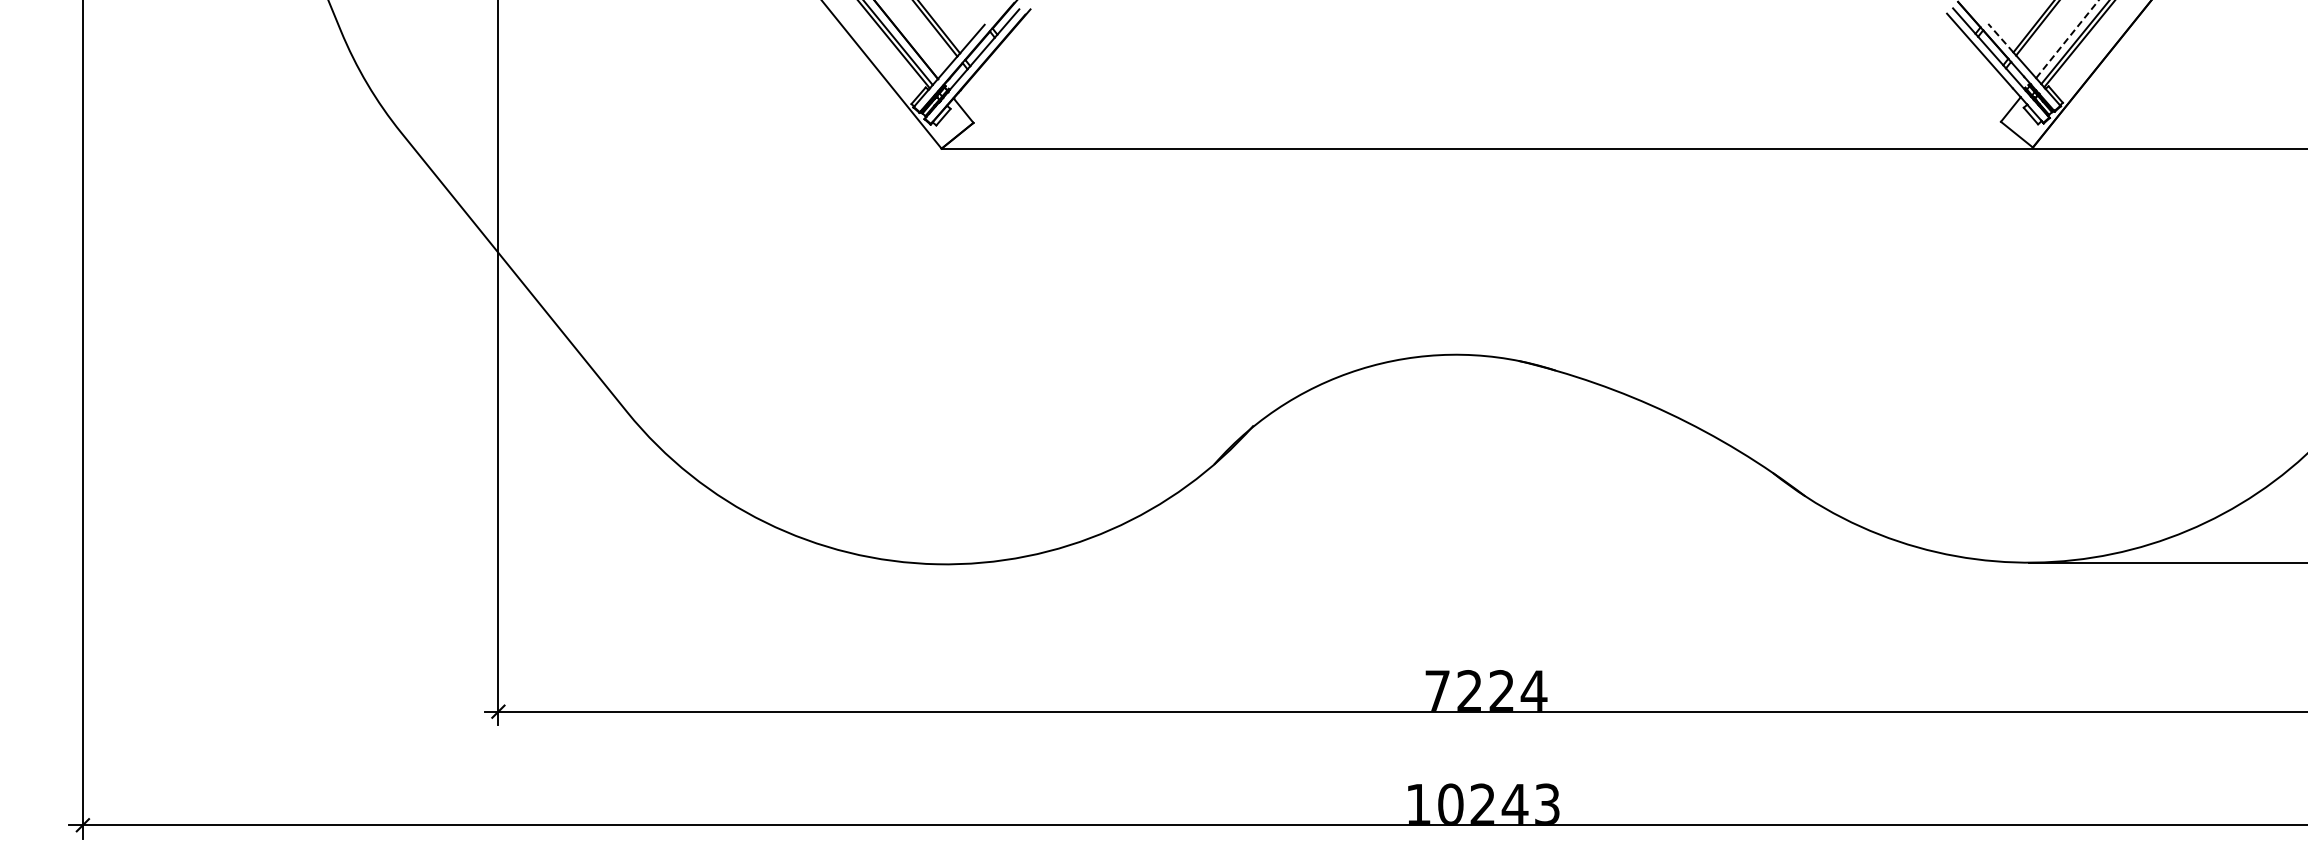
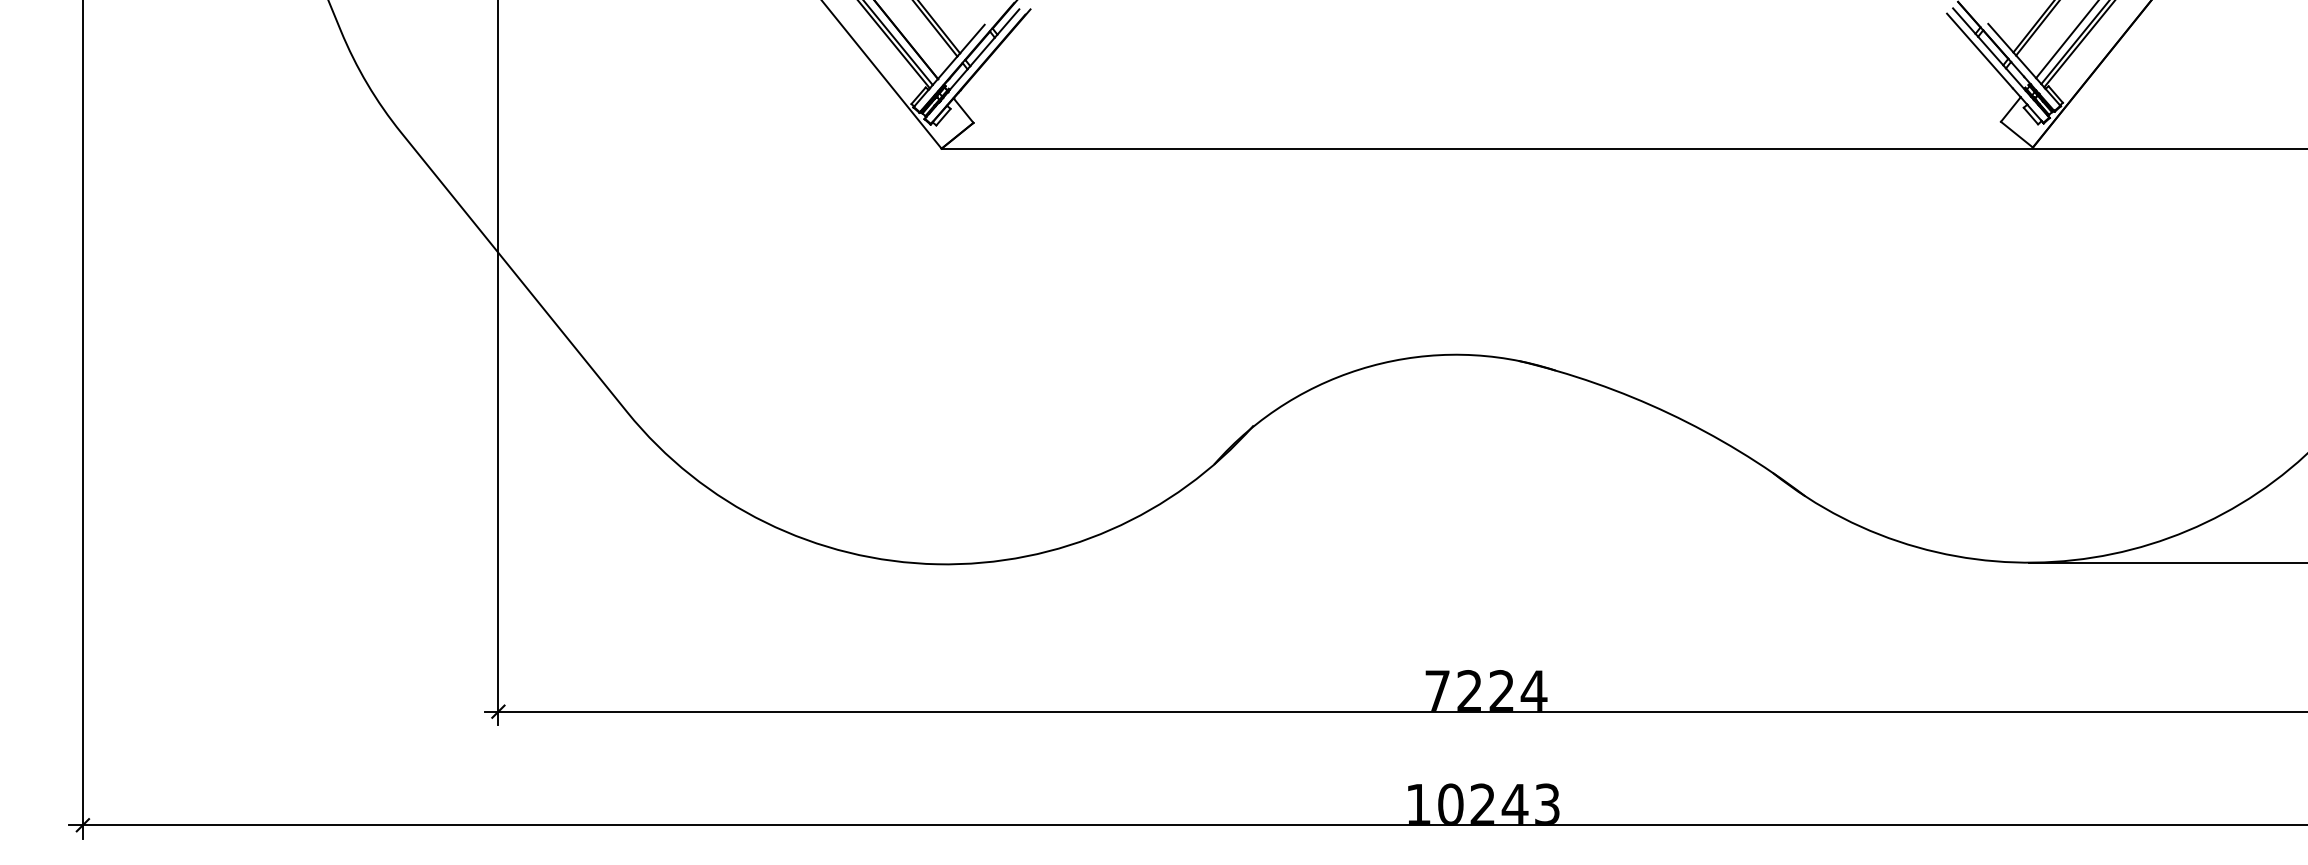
line at (2000, 37): dashed -> solid
line at (2067, 38): dashed -> solid
